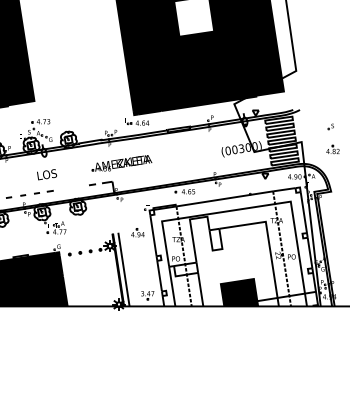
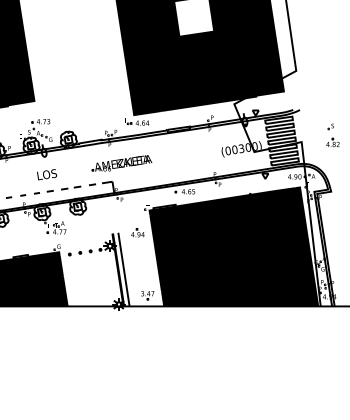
part at (332, 149) position: (332, 149) -> (332, 142)
part at (71, 187): none -> present
fill at (233, 246): none -> present
